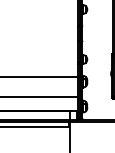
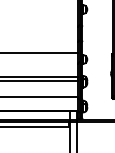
line at (40, 52): none -> present
line at (40, 80): none -> present
line at (77, 135): none -> present
